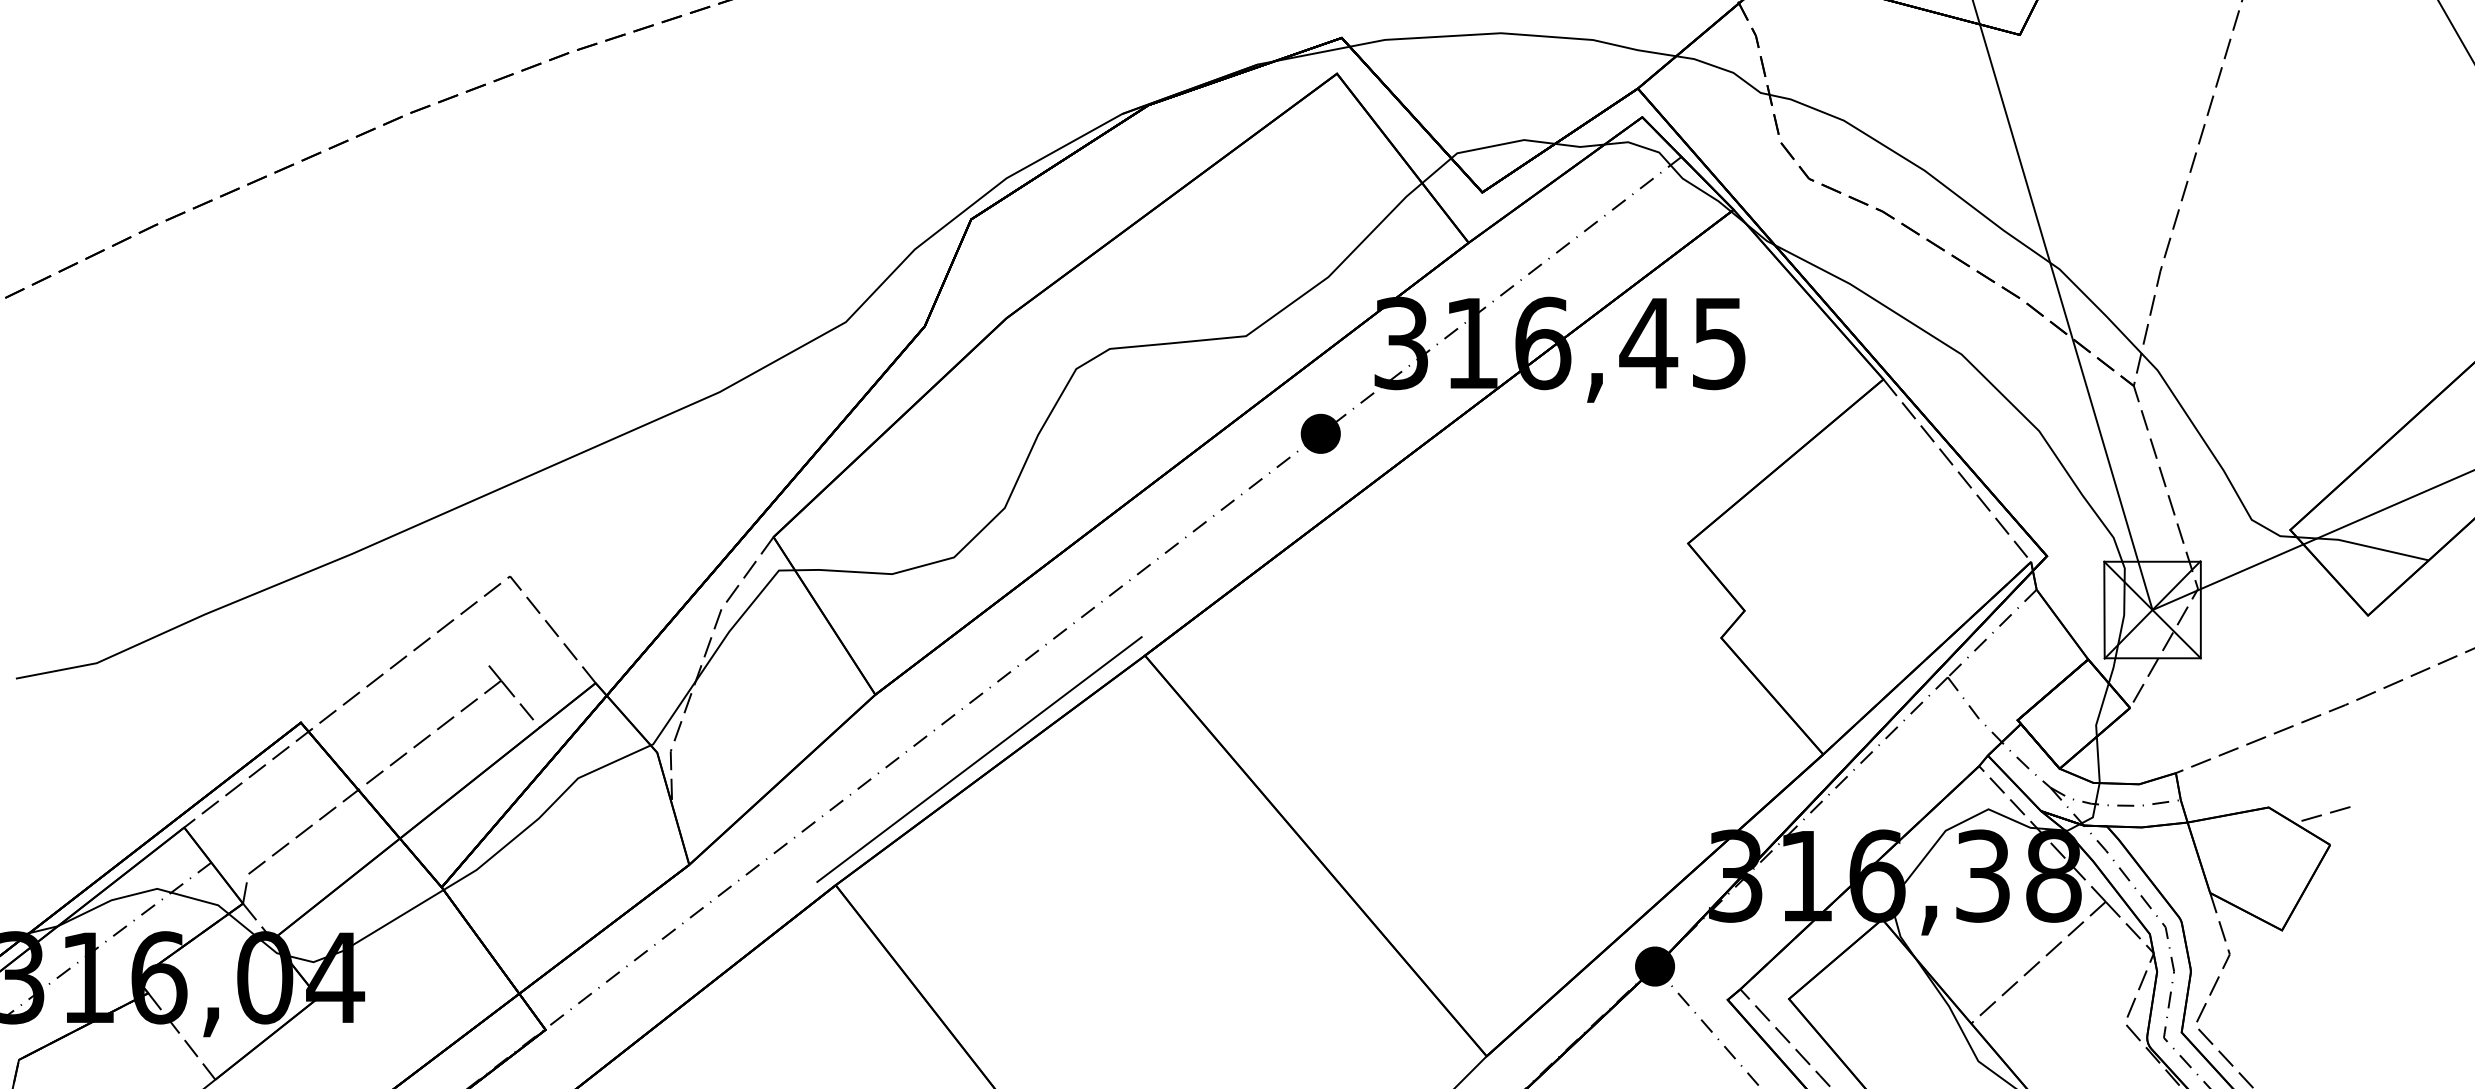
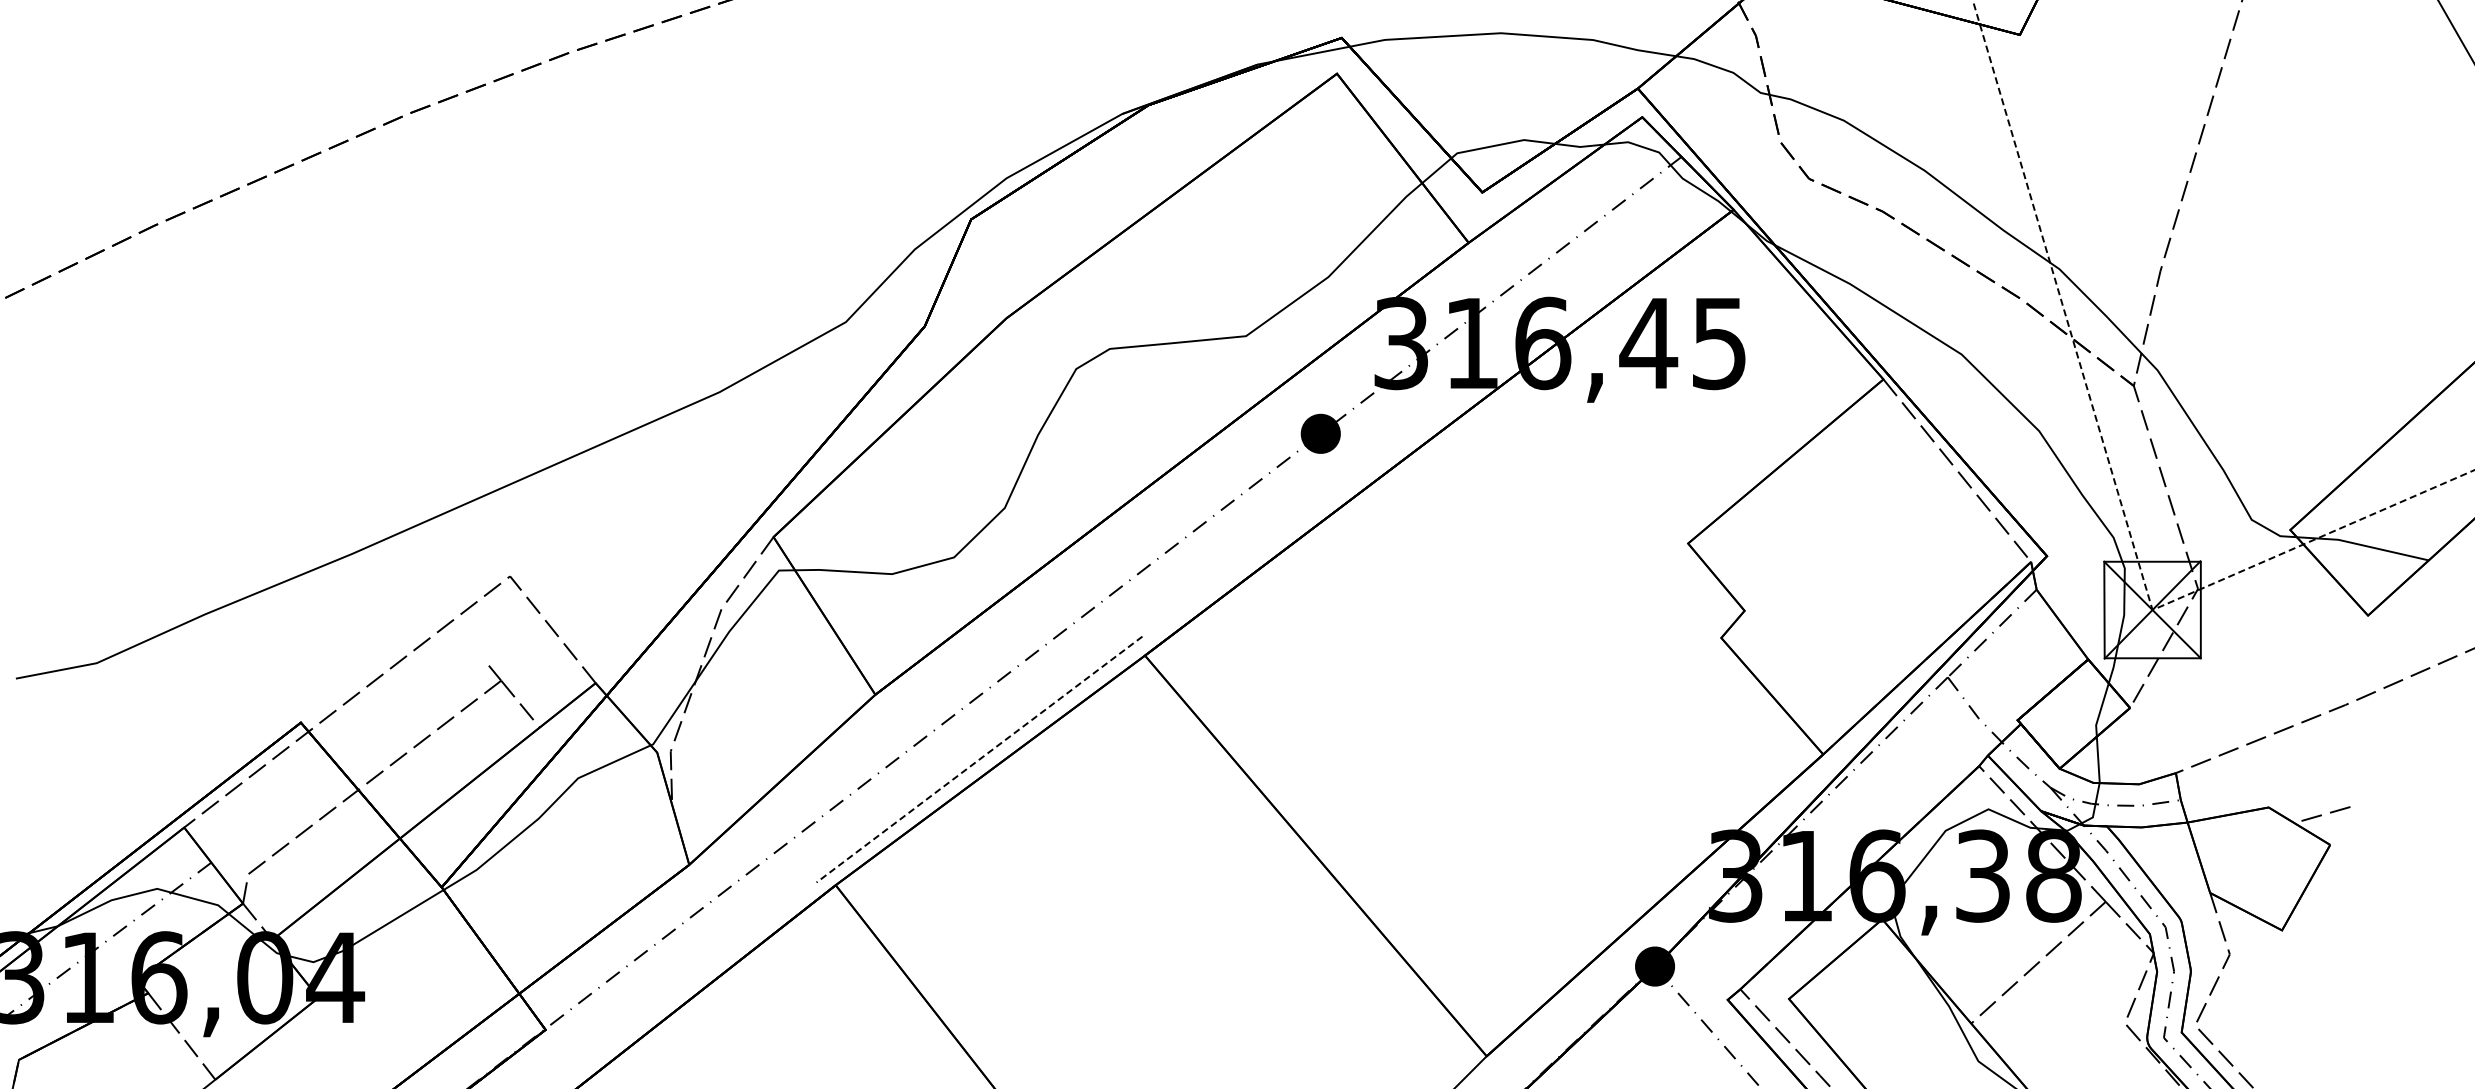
line at (2112, 473): solid -> dashed
line at (979, 759): solid -> dashed
